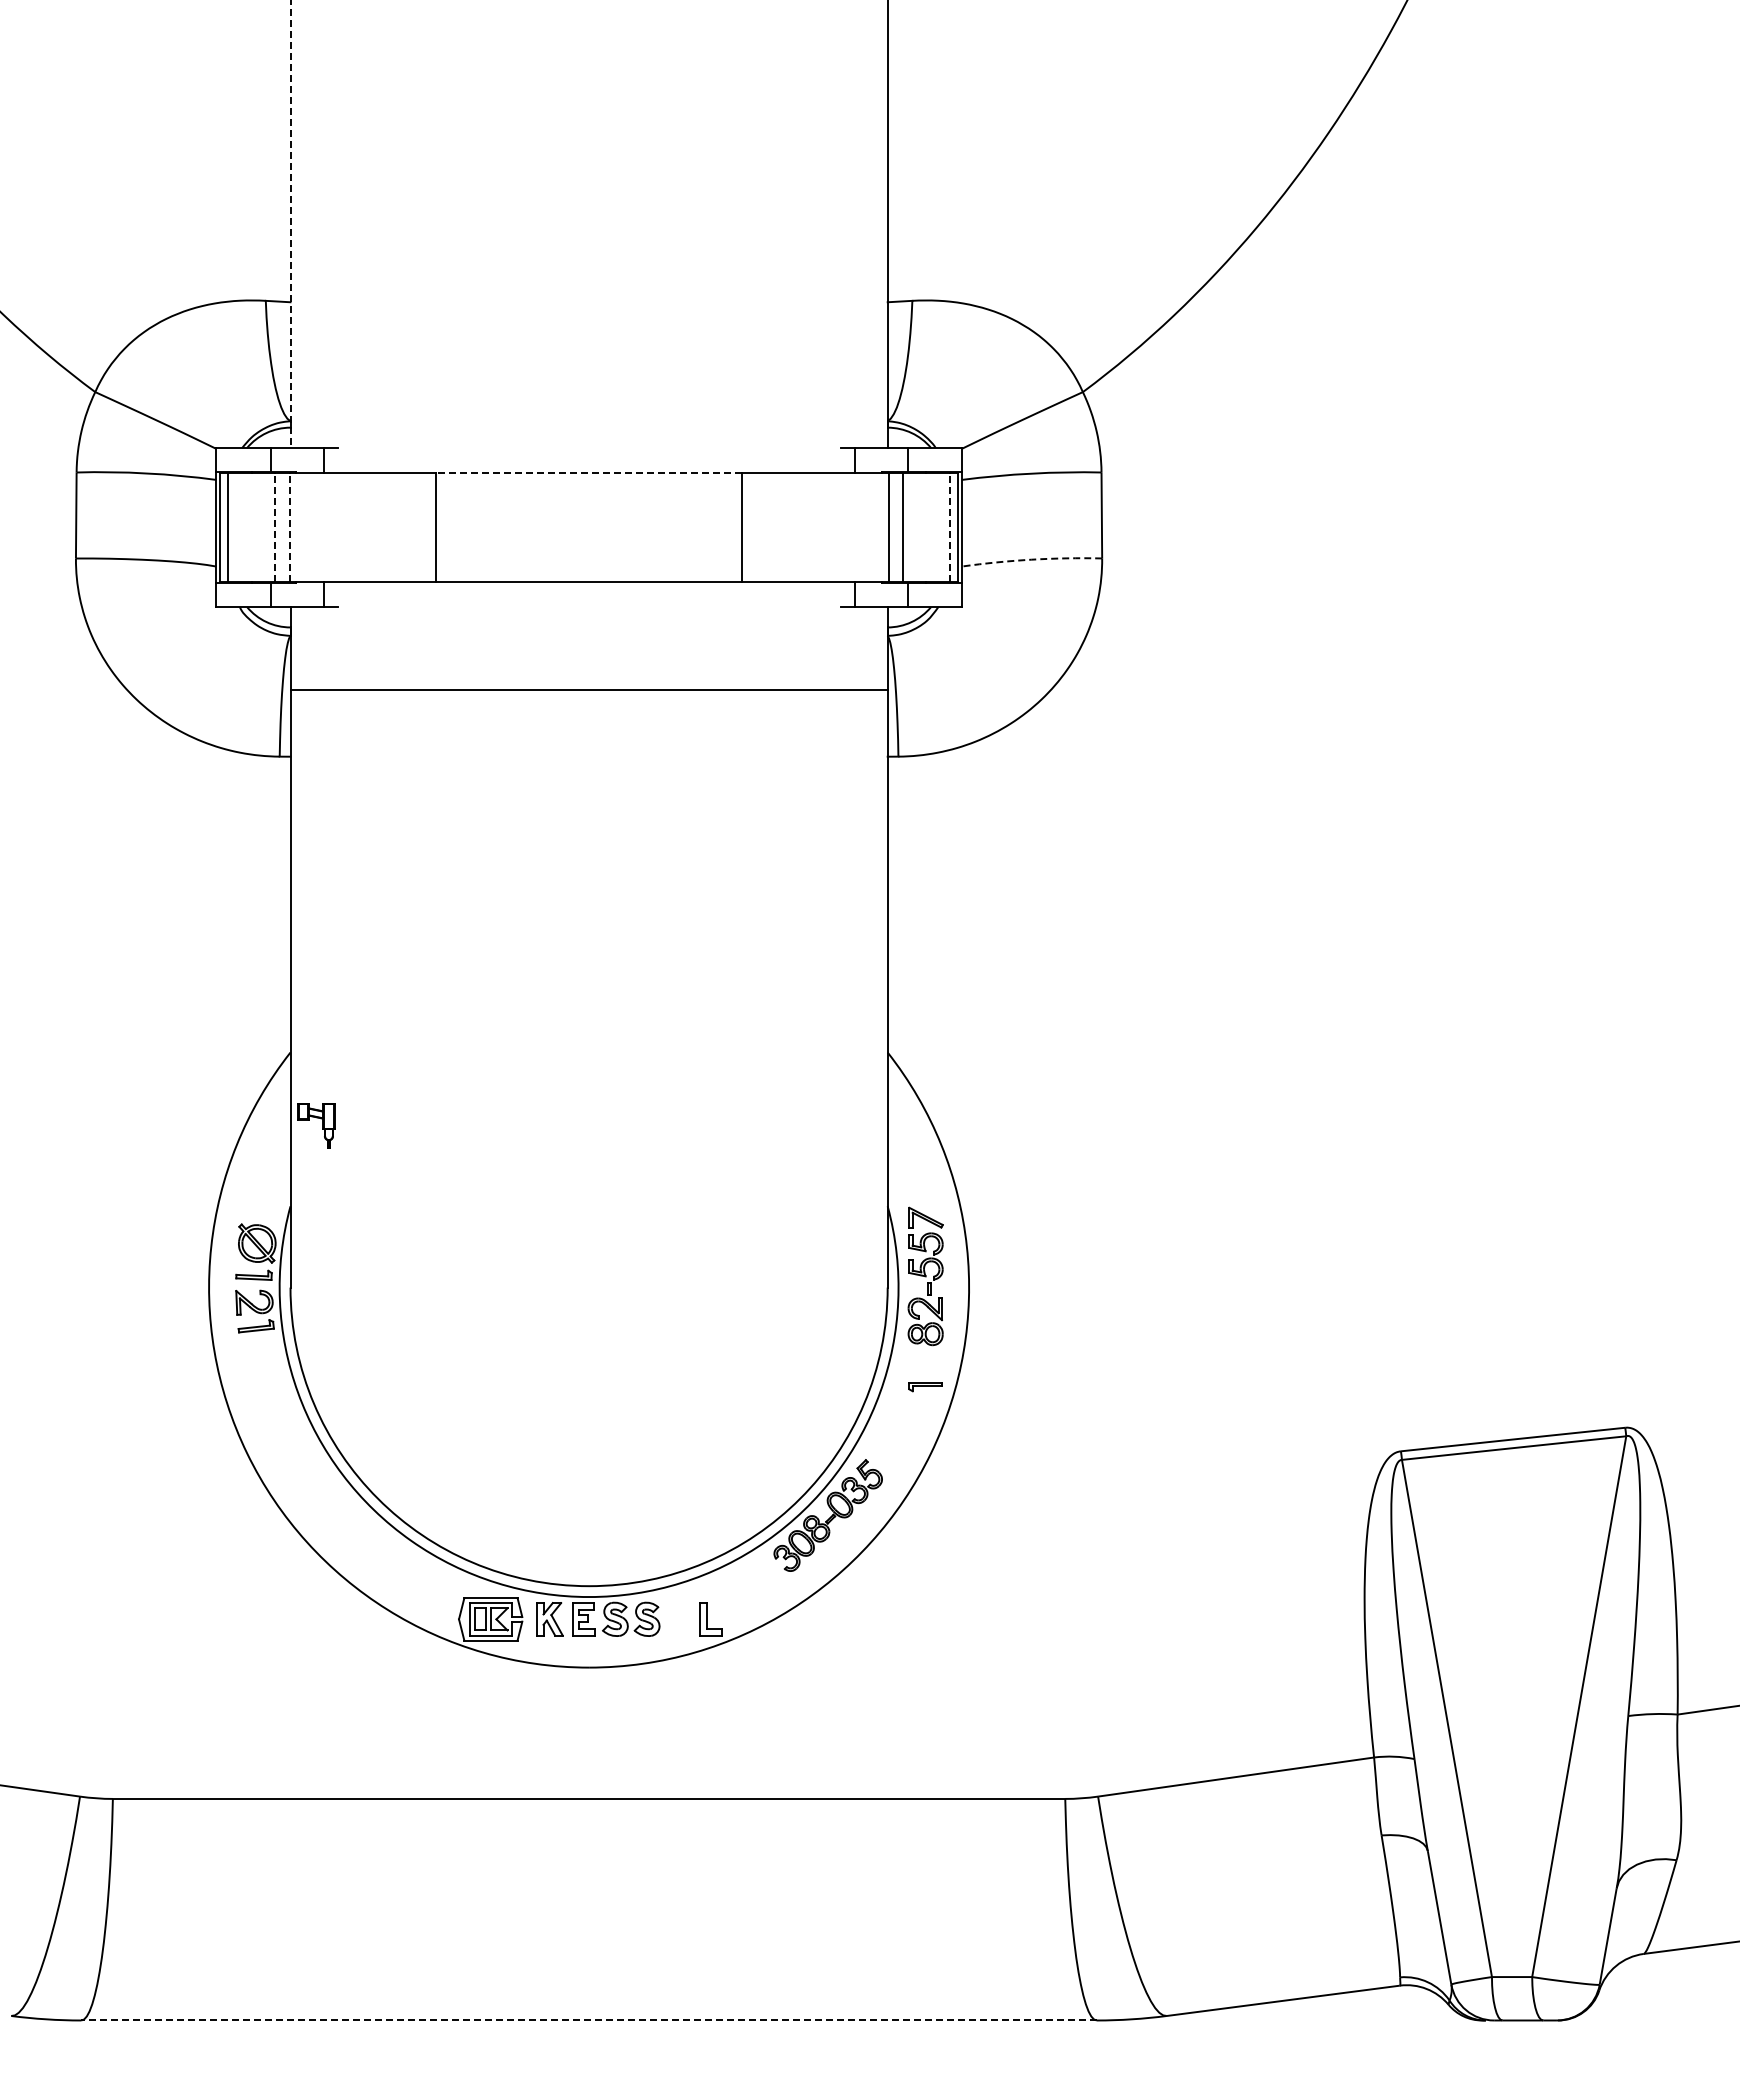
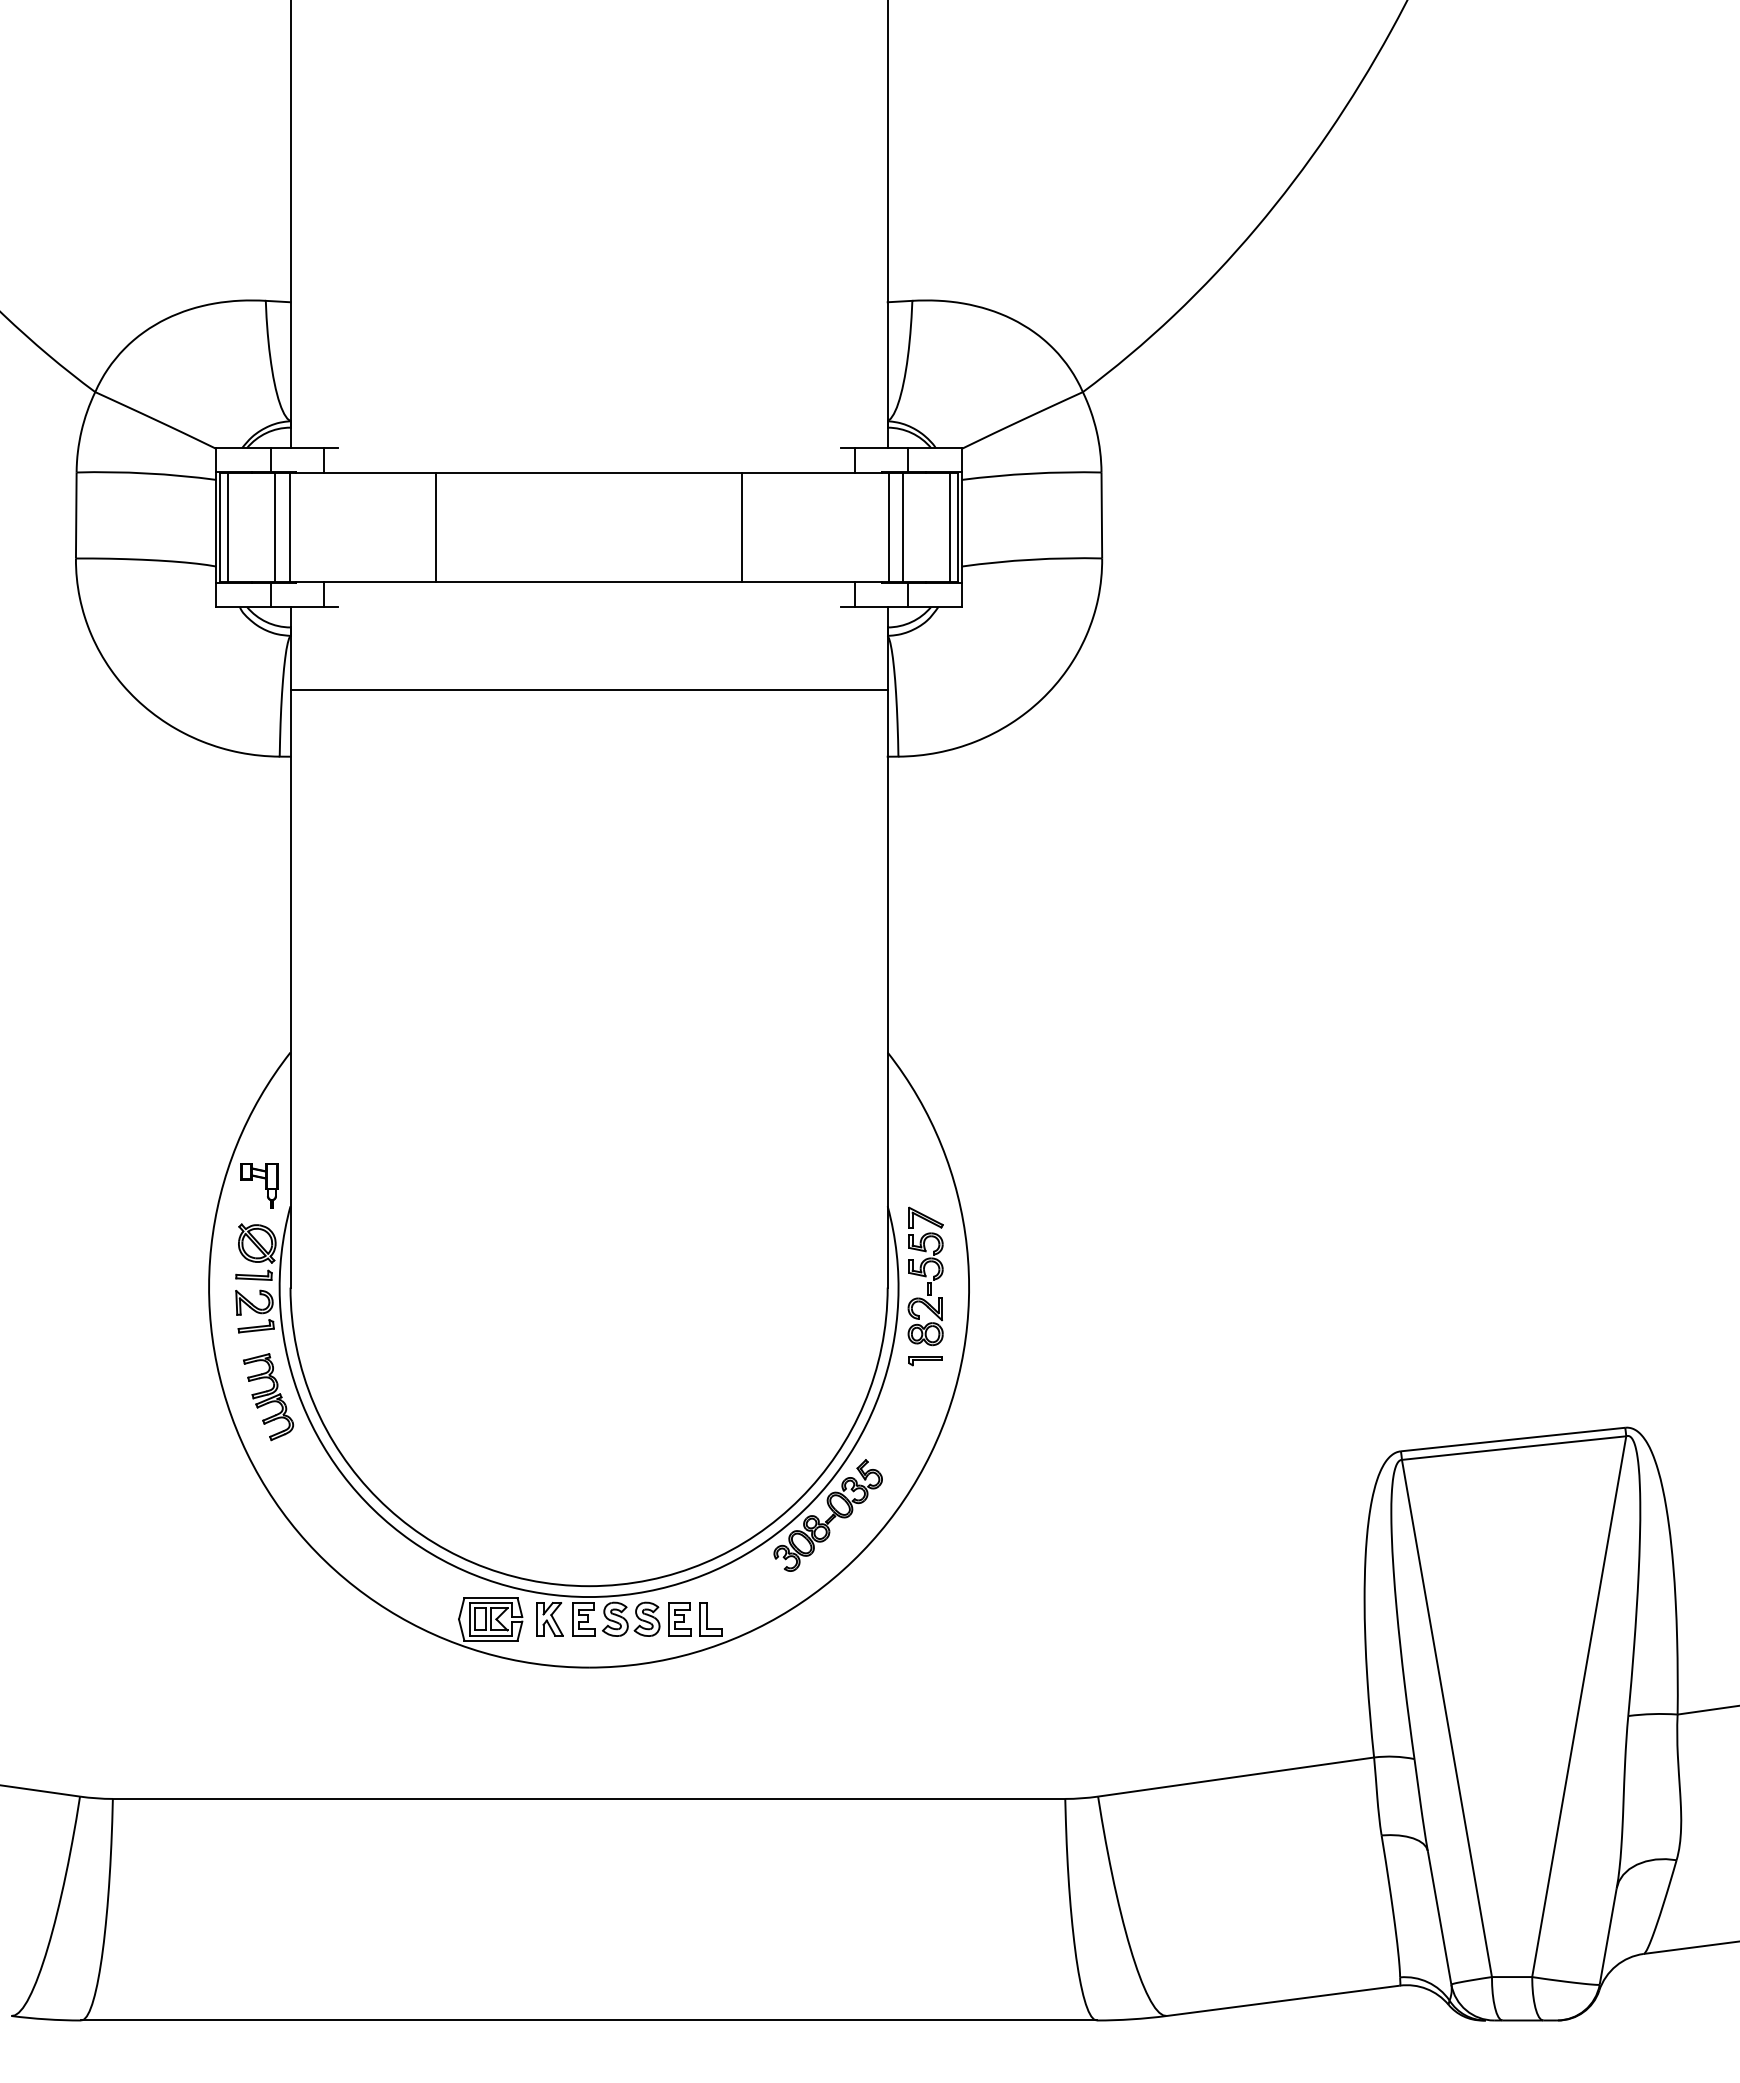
line at (290, 224): dashed -> solid
line at (588, 473): dashed -> solid
line at (275, 527): dashed -> solid
line at (289, 527): dashed -> solid
line at (950, 527): dashed -> solid
arc at (1031, 559): dashed -> solid
part at (316, 1125) position: (316, 1125) -> (259, 1185)
part at (925, 1387) position: (925, 1387) -> (925, 1361)
part at (268, 1397): none -> present
part at (679, 1619): none -> present
line at (589, 2020): dashed -> solid
